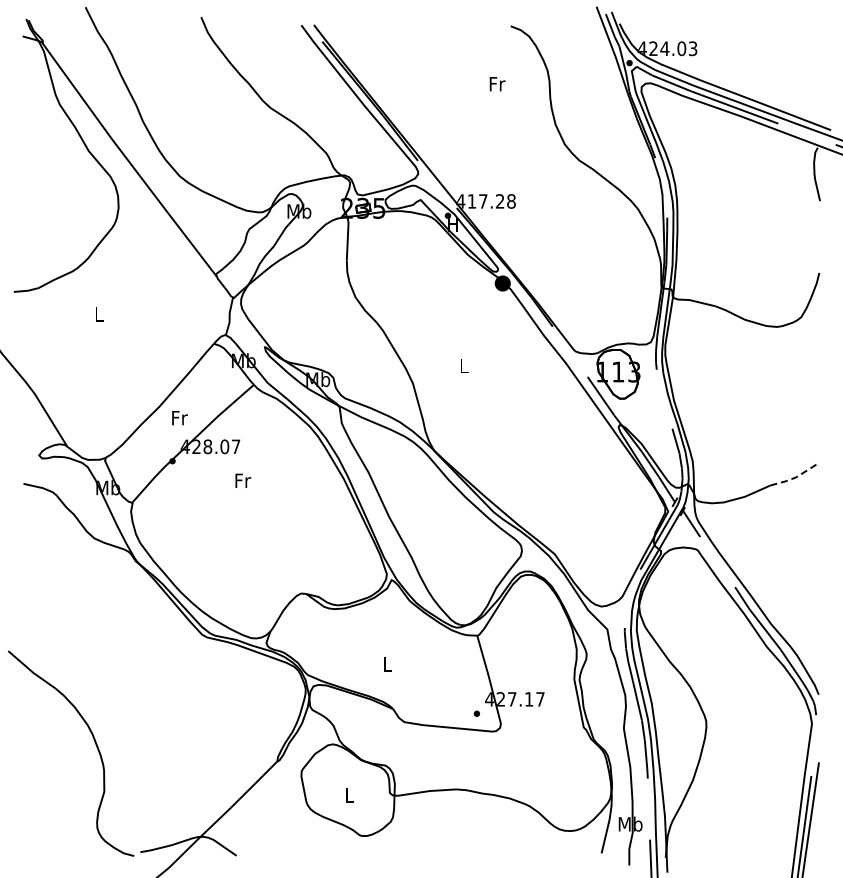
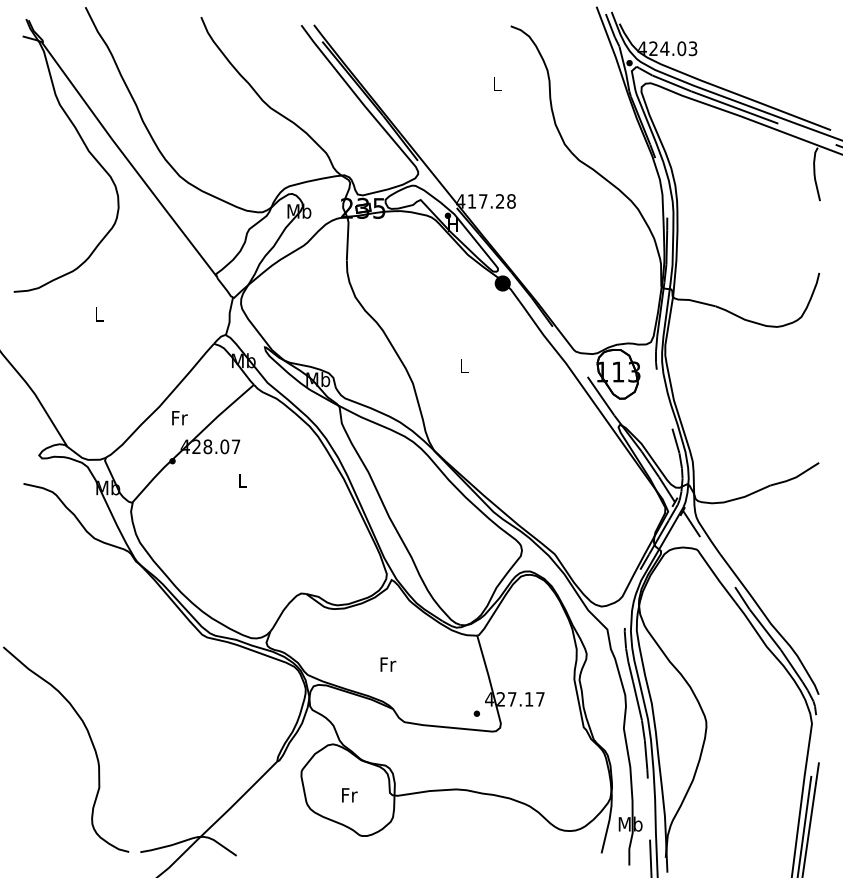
text at (497, 84): Fr -> L
line at (796, 477): dashed -> solid
text at (243, 480): Fr -> L
text at (388, 664): L -> Fr
curve at (95, 745) position: (95, 745) -> (90, 741)
text at (349, 795): L -> Fr
